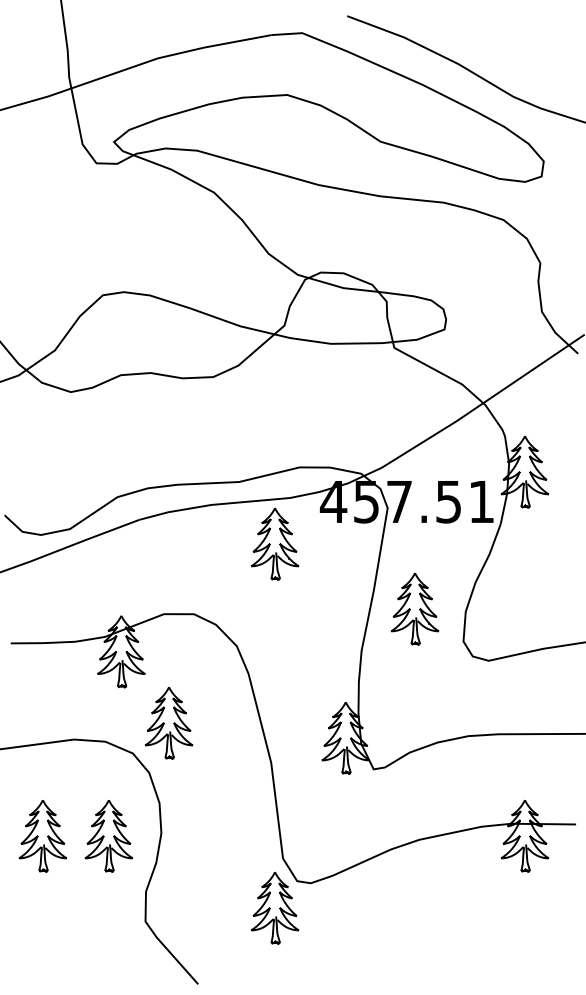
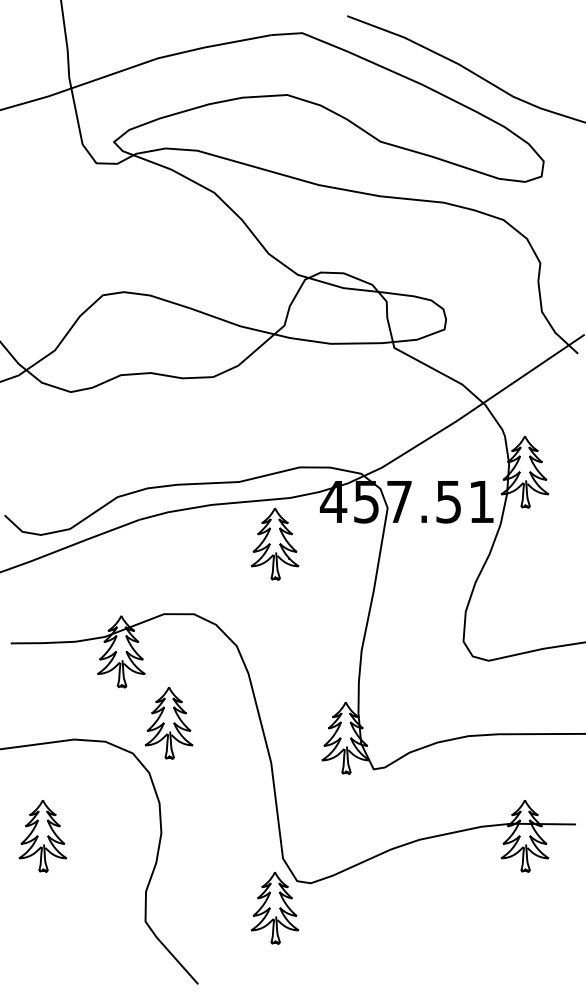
part at (414, 609): present -> none
part at (108, 836): present -> none
